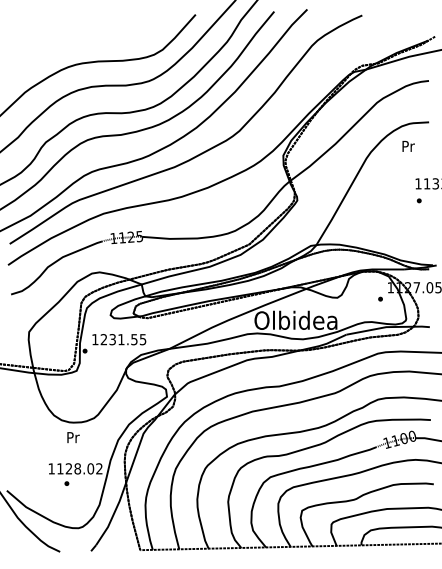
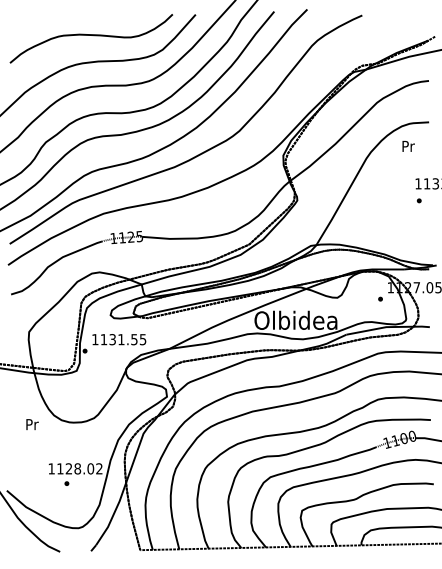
curve at (93, 36): none -> present
text at (103, 339): 1231.55 -> 1131.55
text at (73, 437) position: (73, 437) -> (32, 424)
